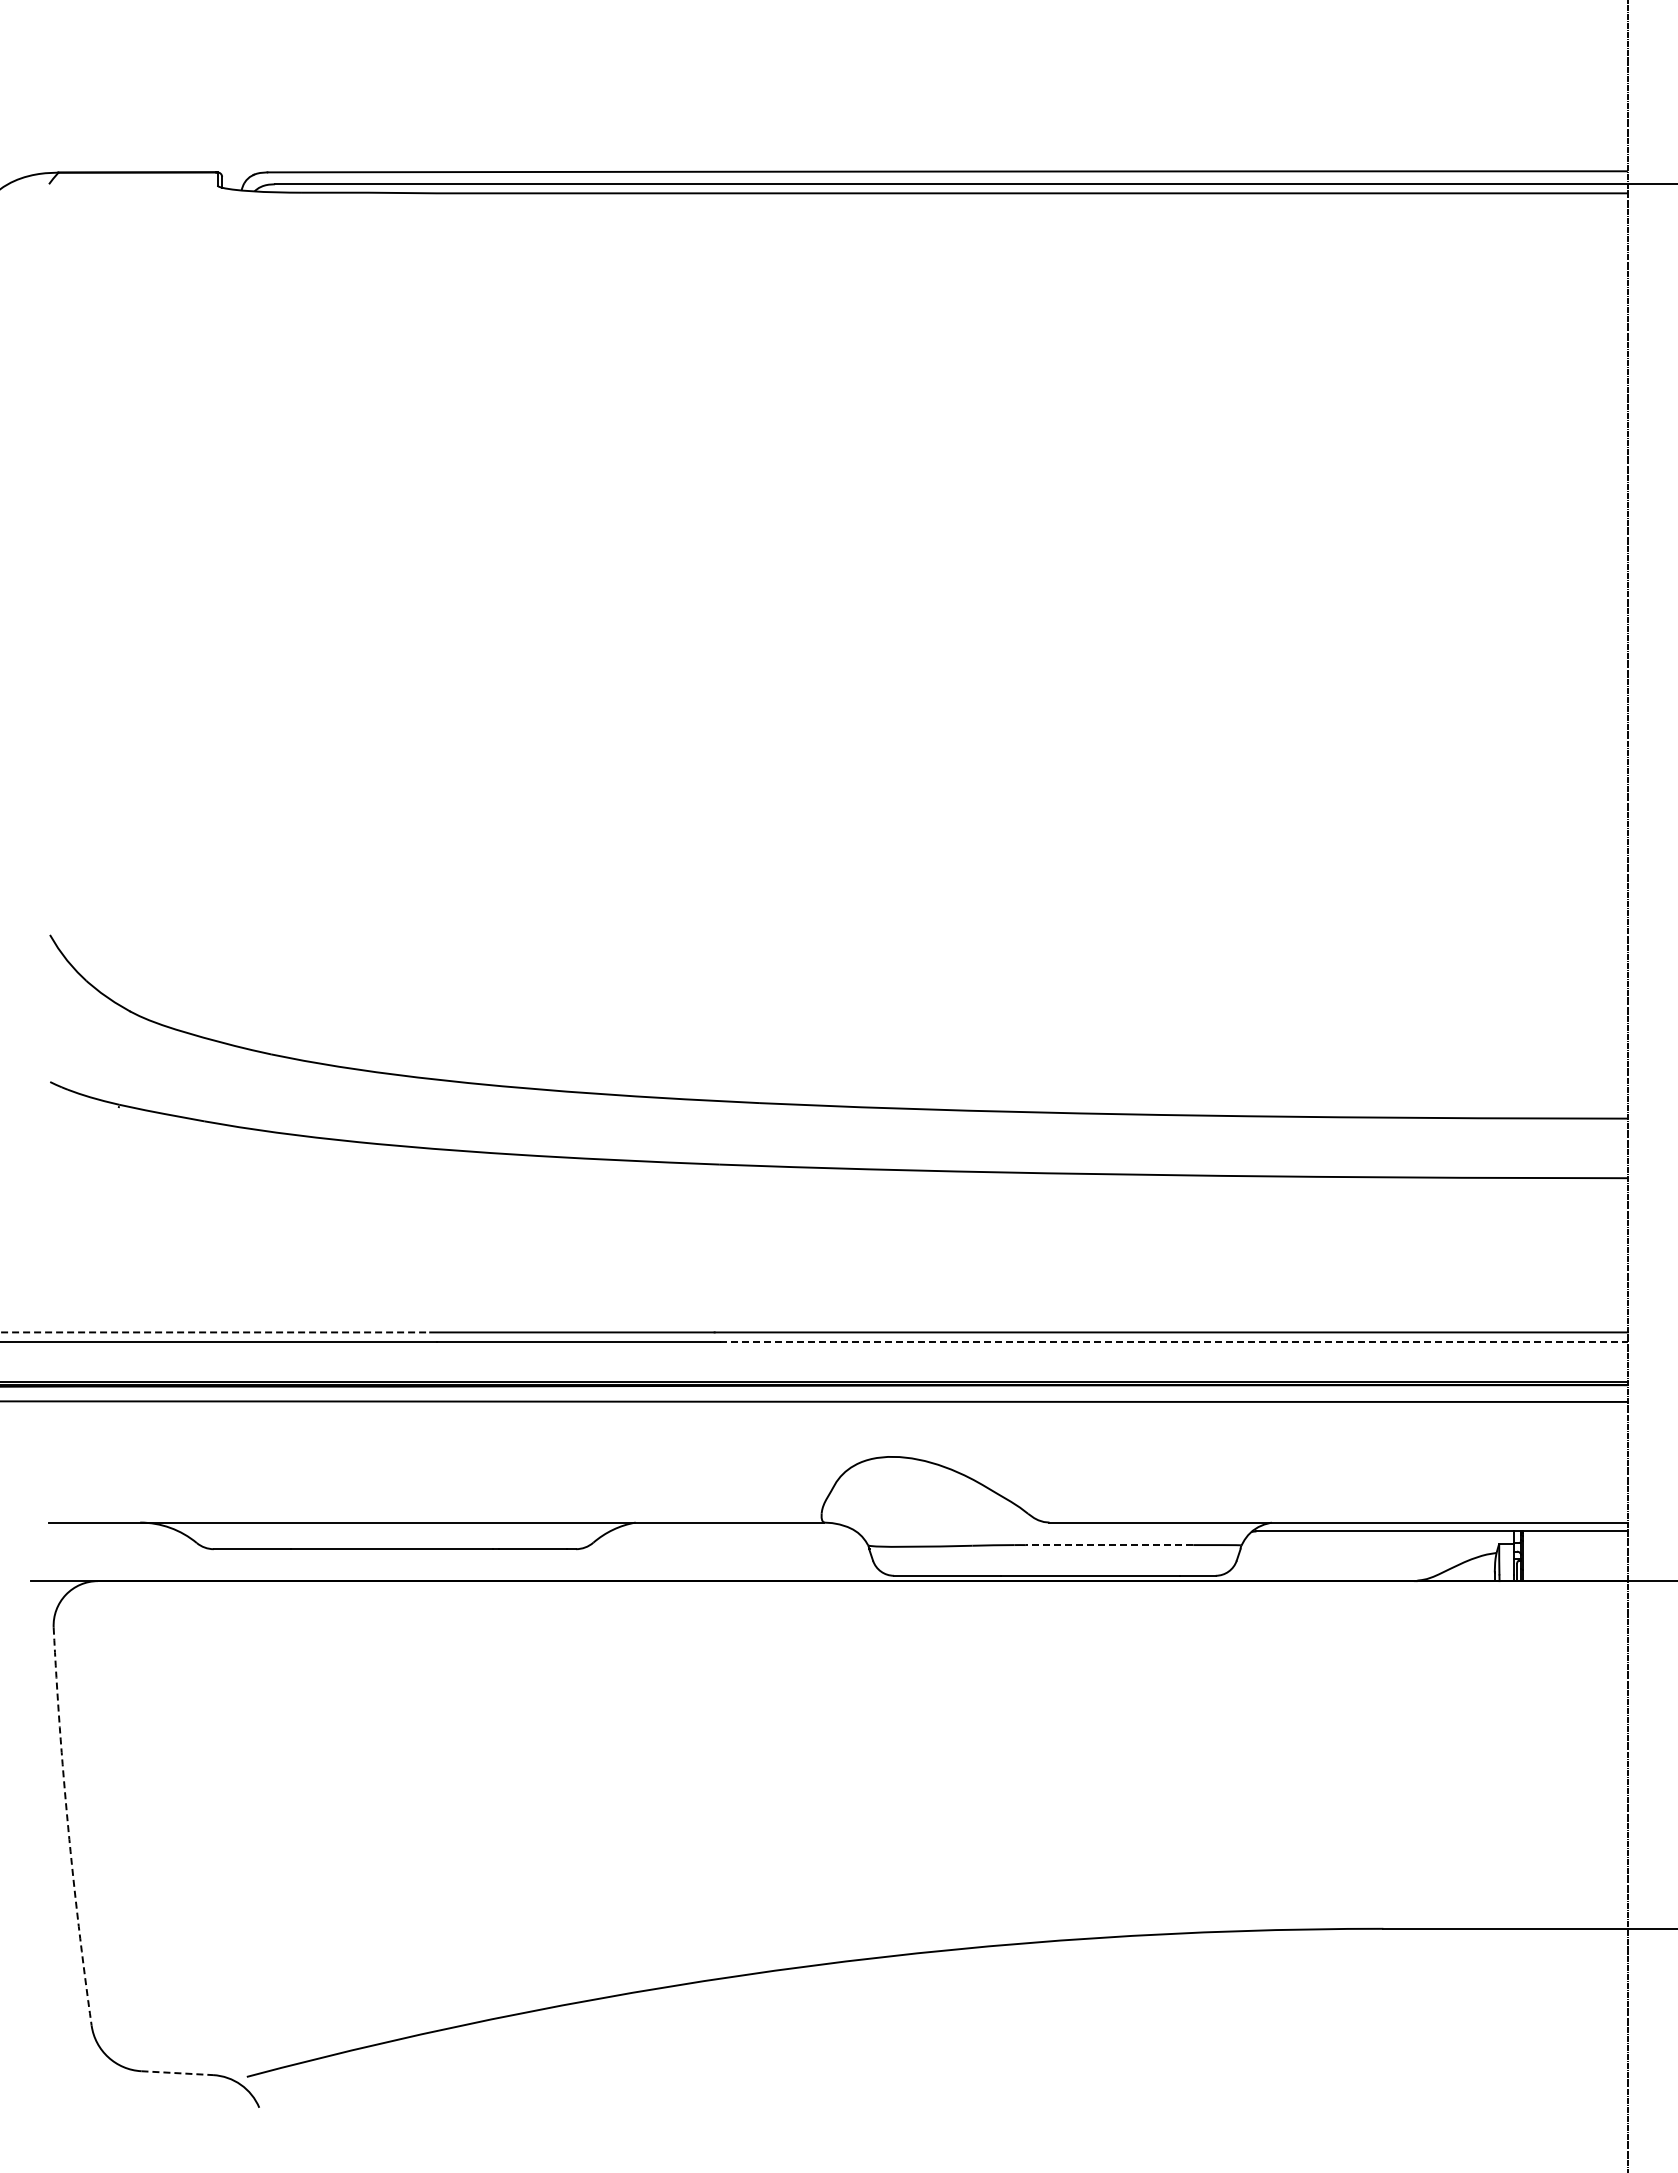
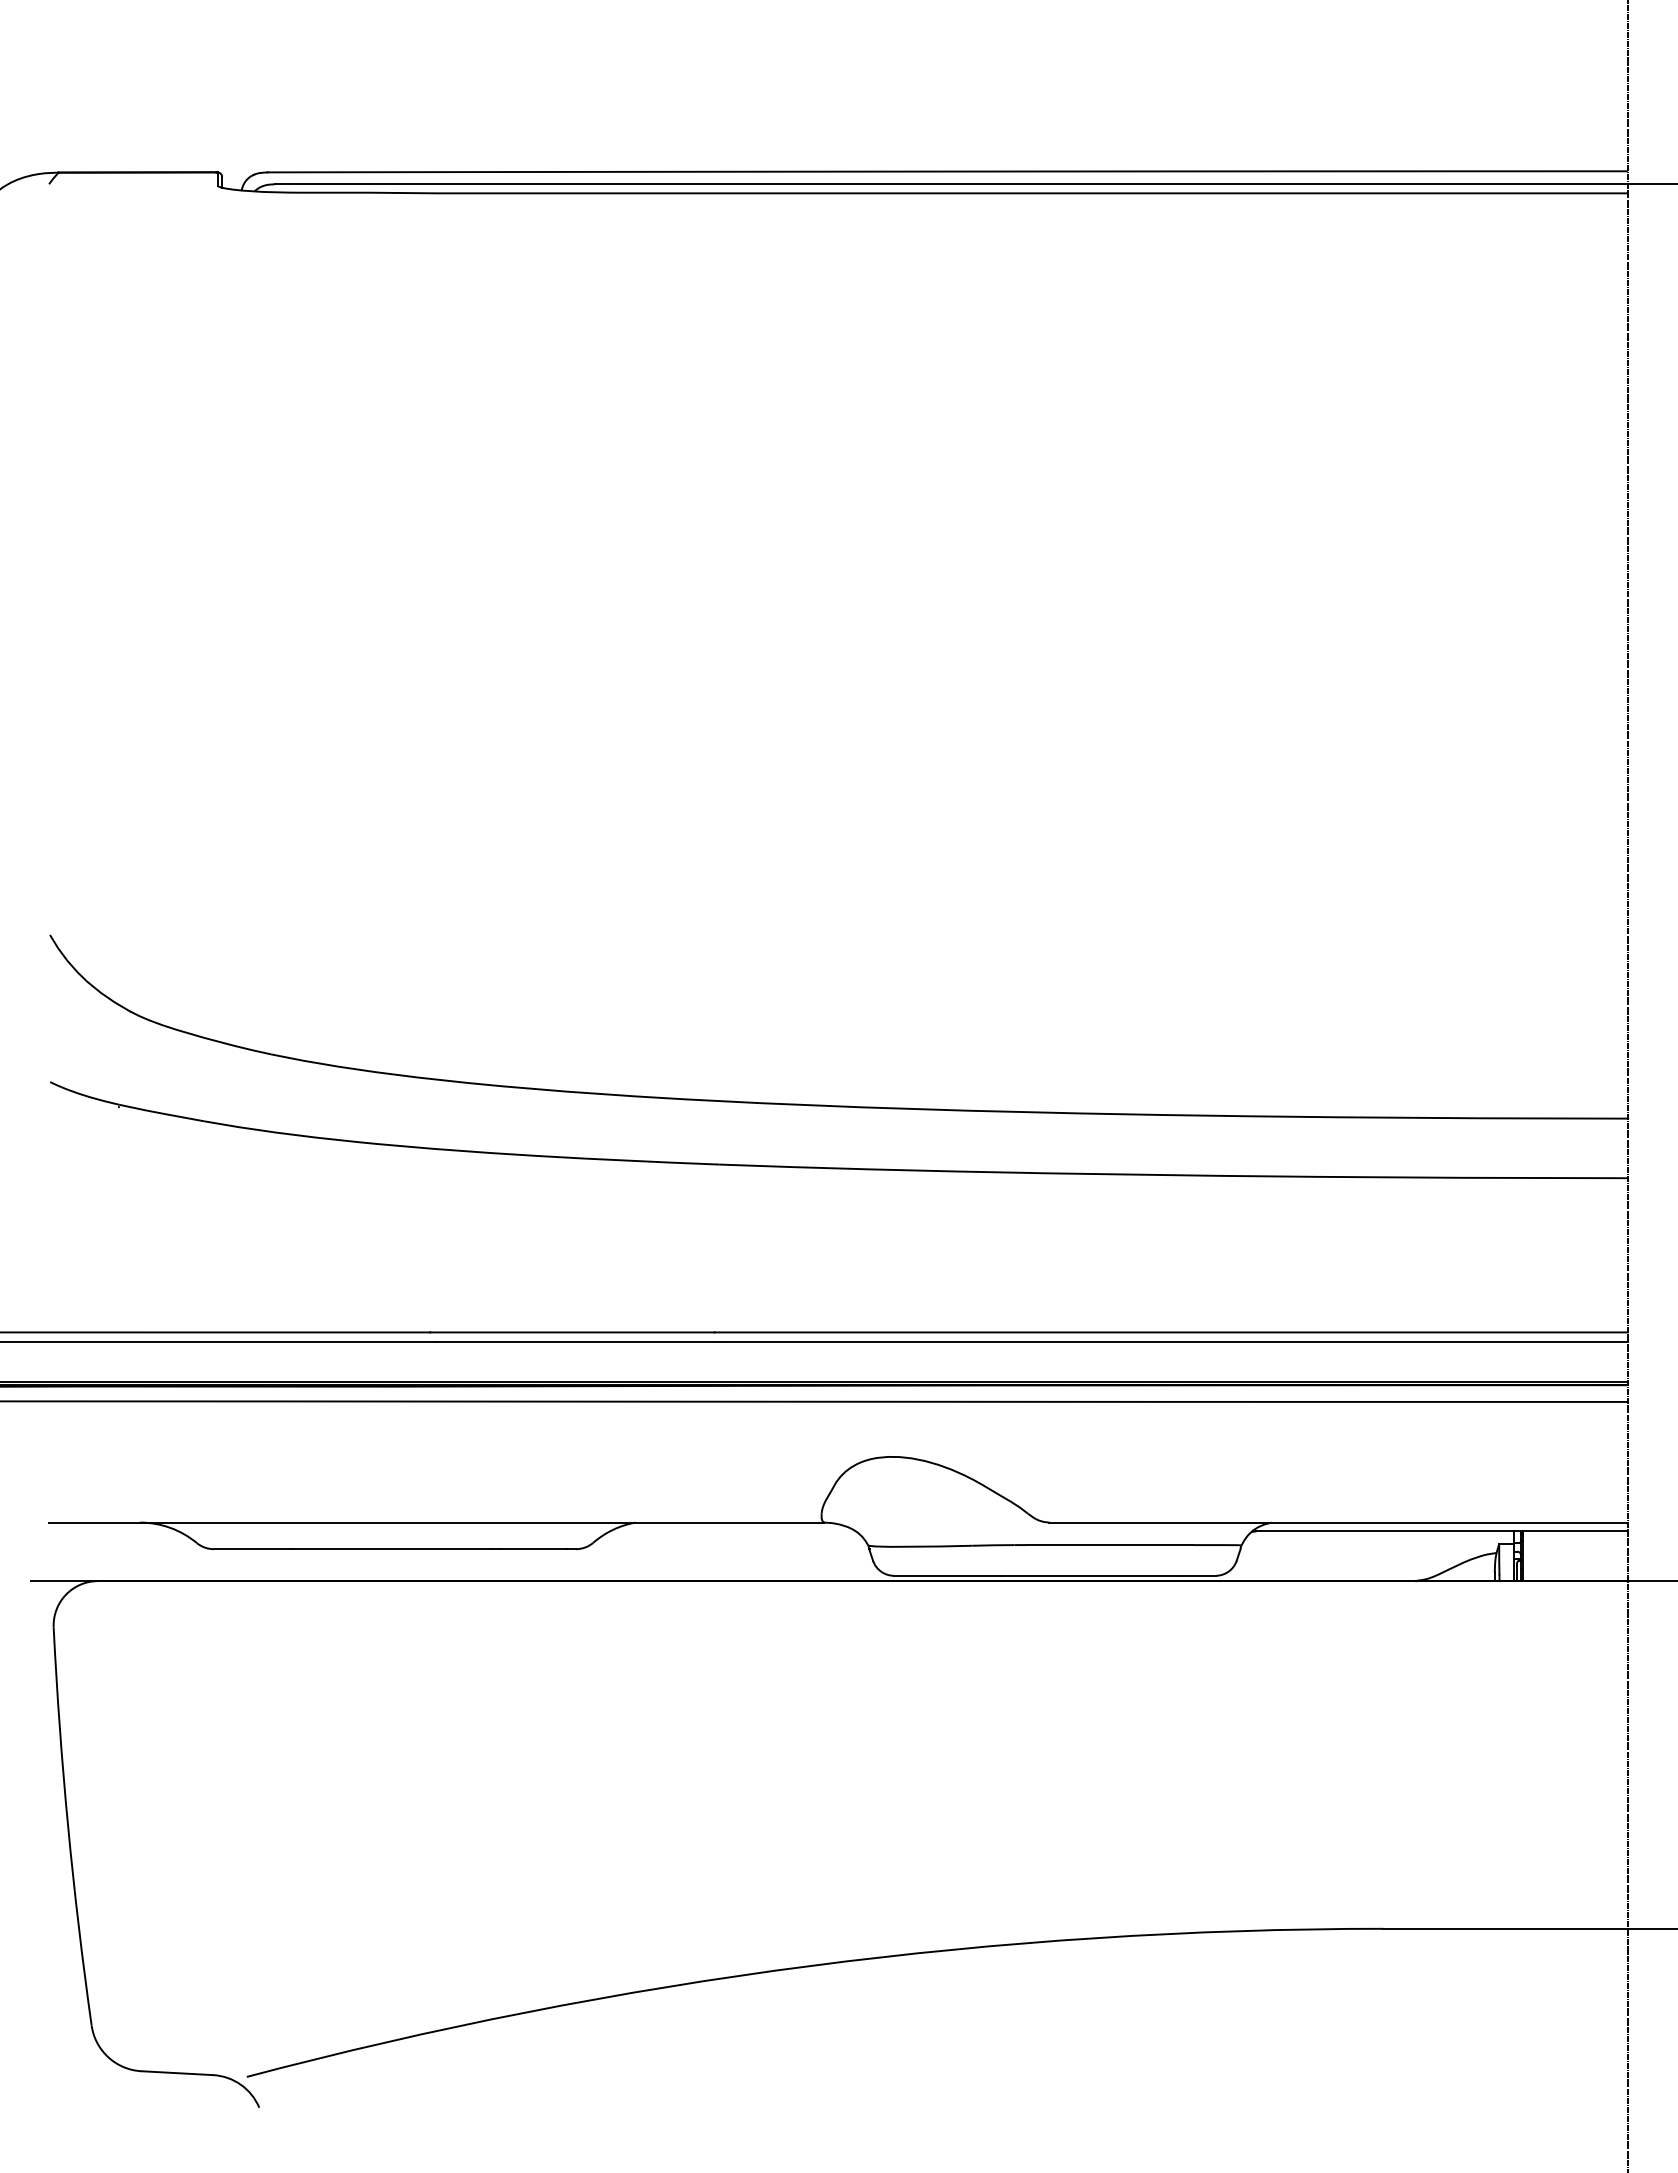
line at (215, 1332): dashed -> solid
line at (1174, 1341): dashed -> solid
line at (1109, 1545): dashed -> solid
arc at (68, 1827): dashed -> solid
line at (177, 2073): dashed -> solid
